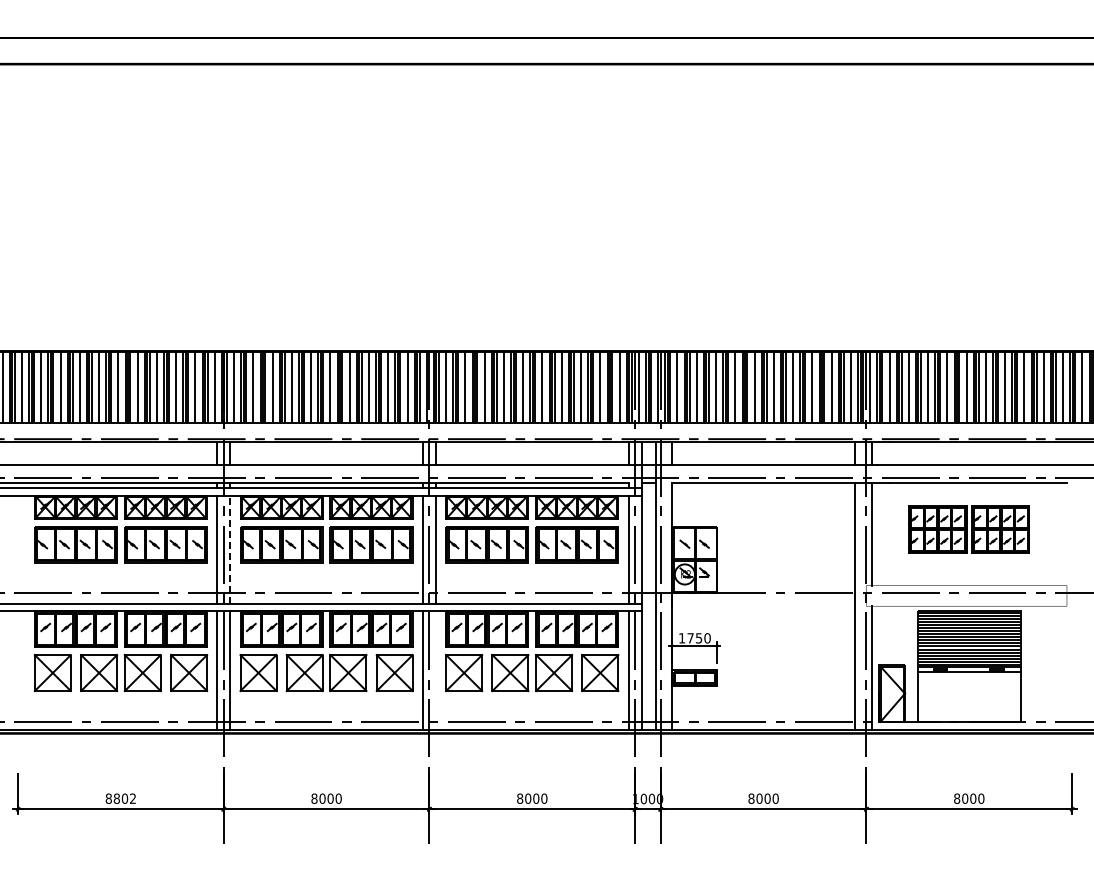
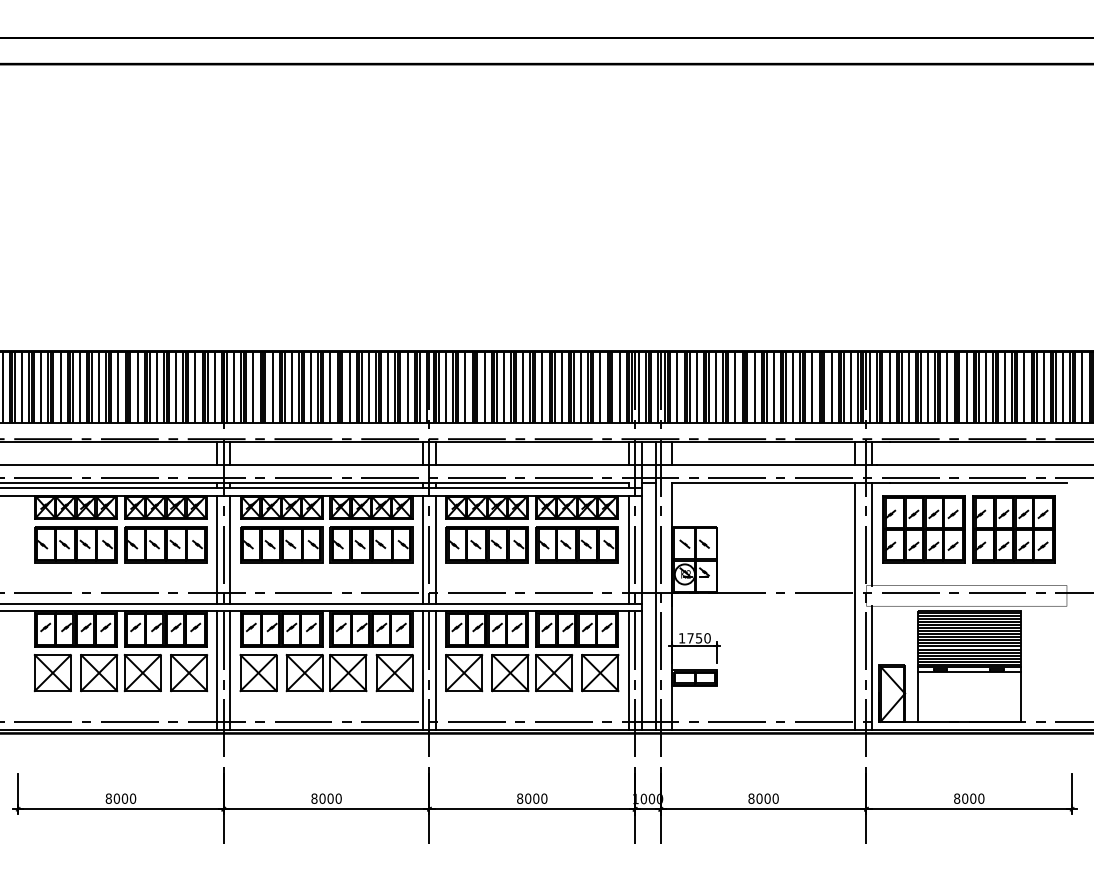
part at (968, 529) size: 122x49 px -> 174x69 px
line at (230, 549): dashed -> solid
line at (435, 670): none -> present
text at (124, 798): 8802 -> 8000
